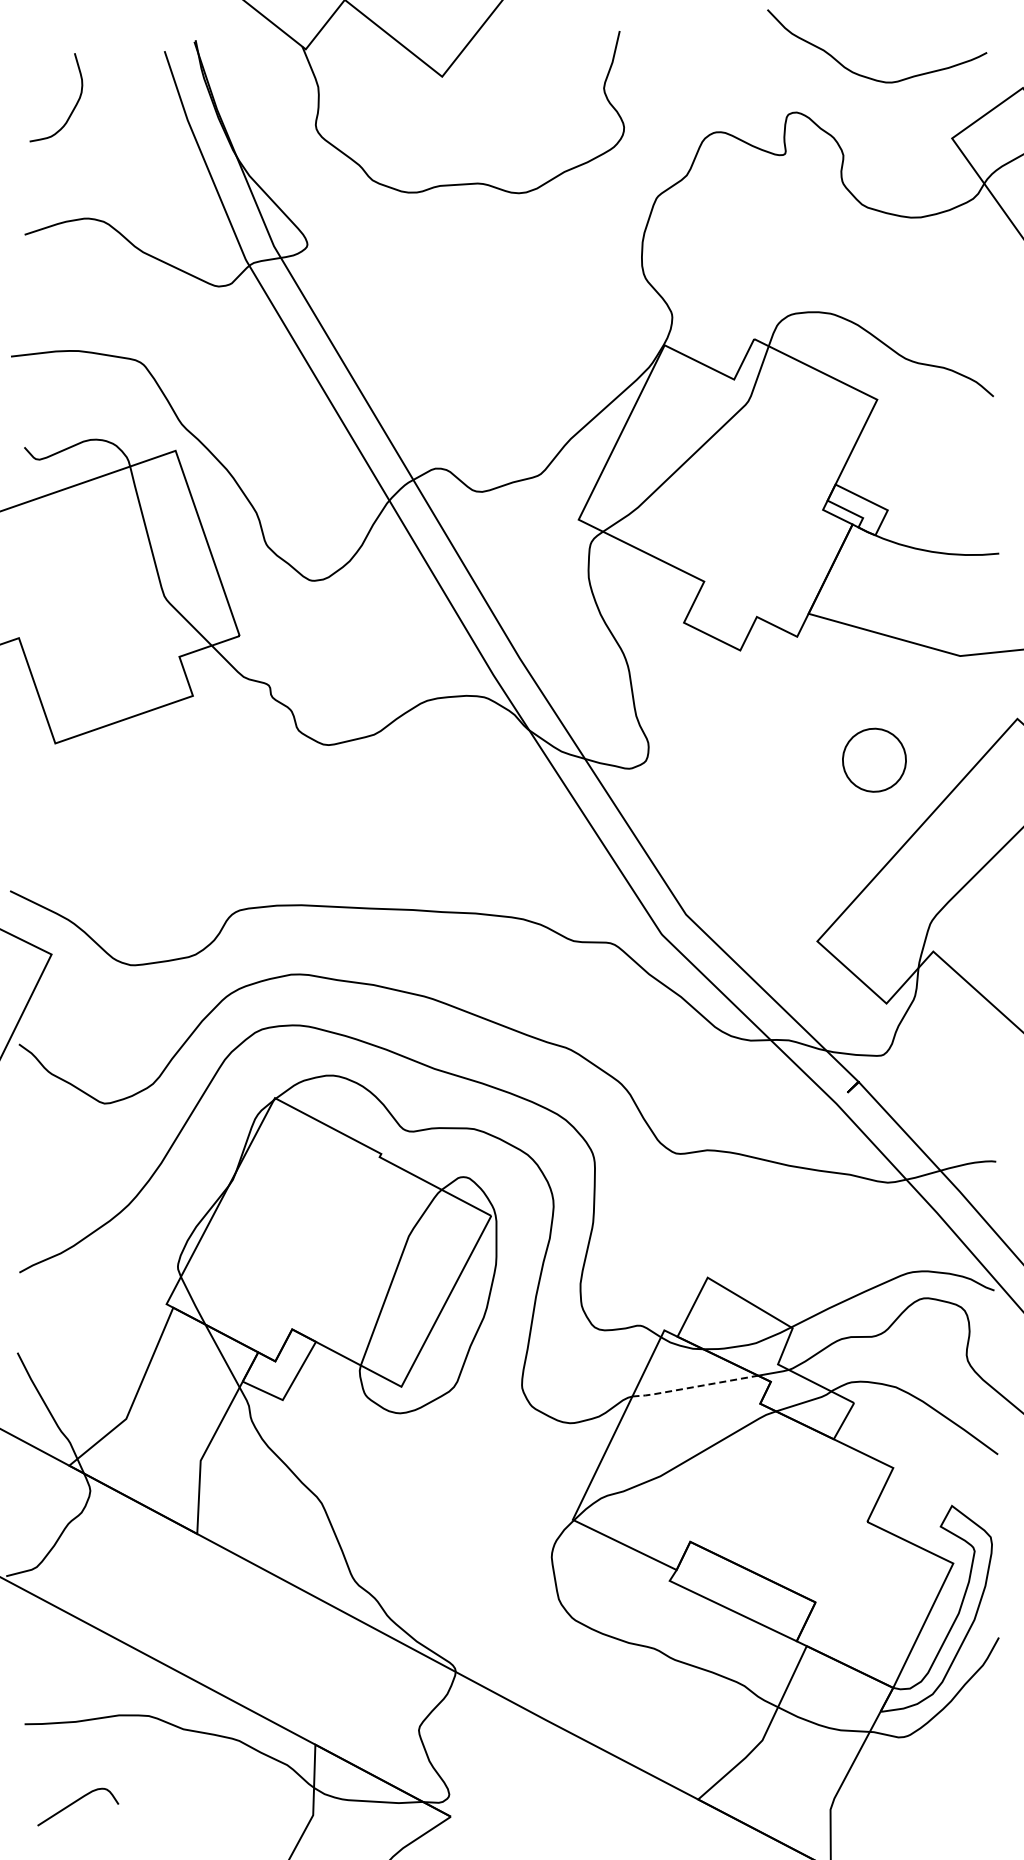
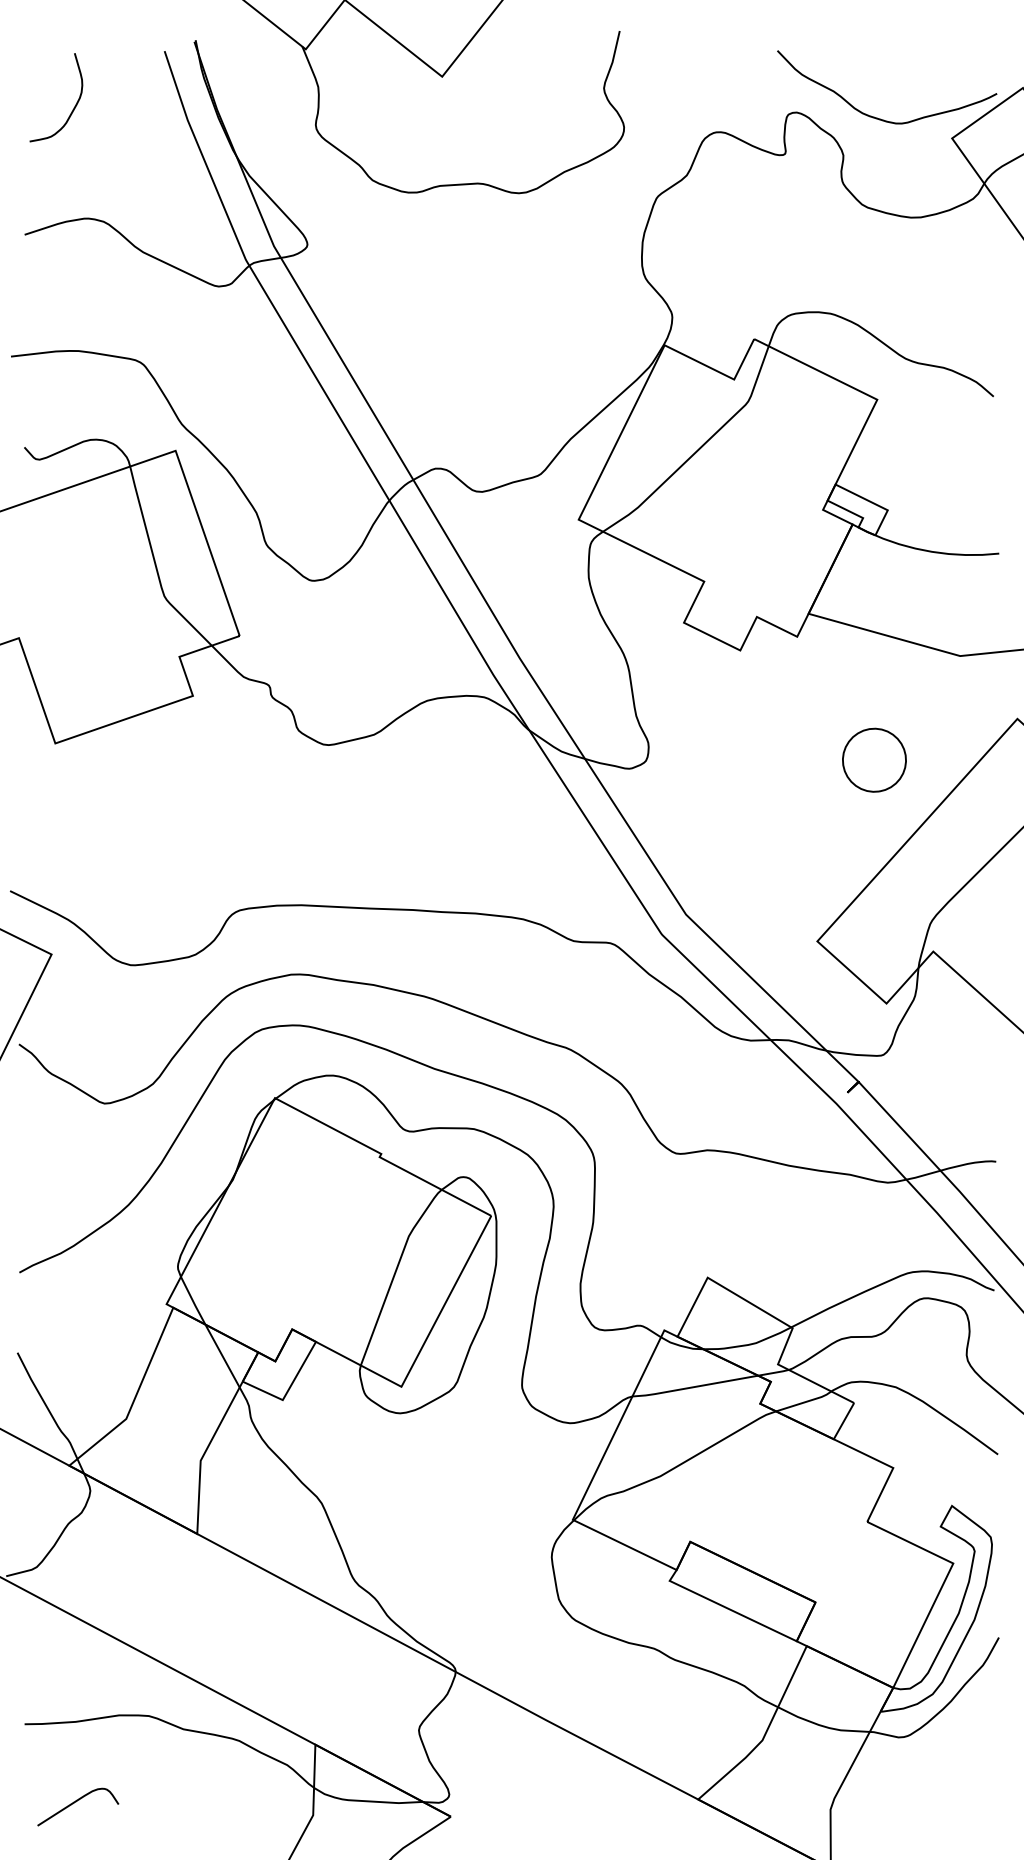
curve at (867, 76) position: (867, 76) -> (877, 117)
line at (694, 1387): dashed -> solid
